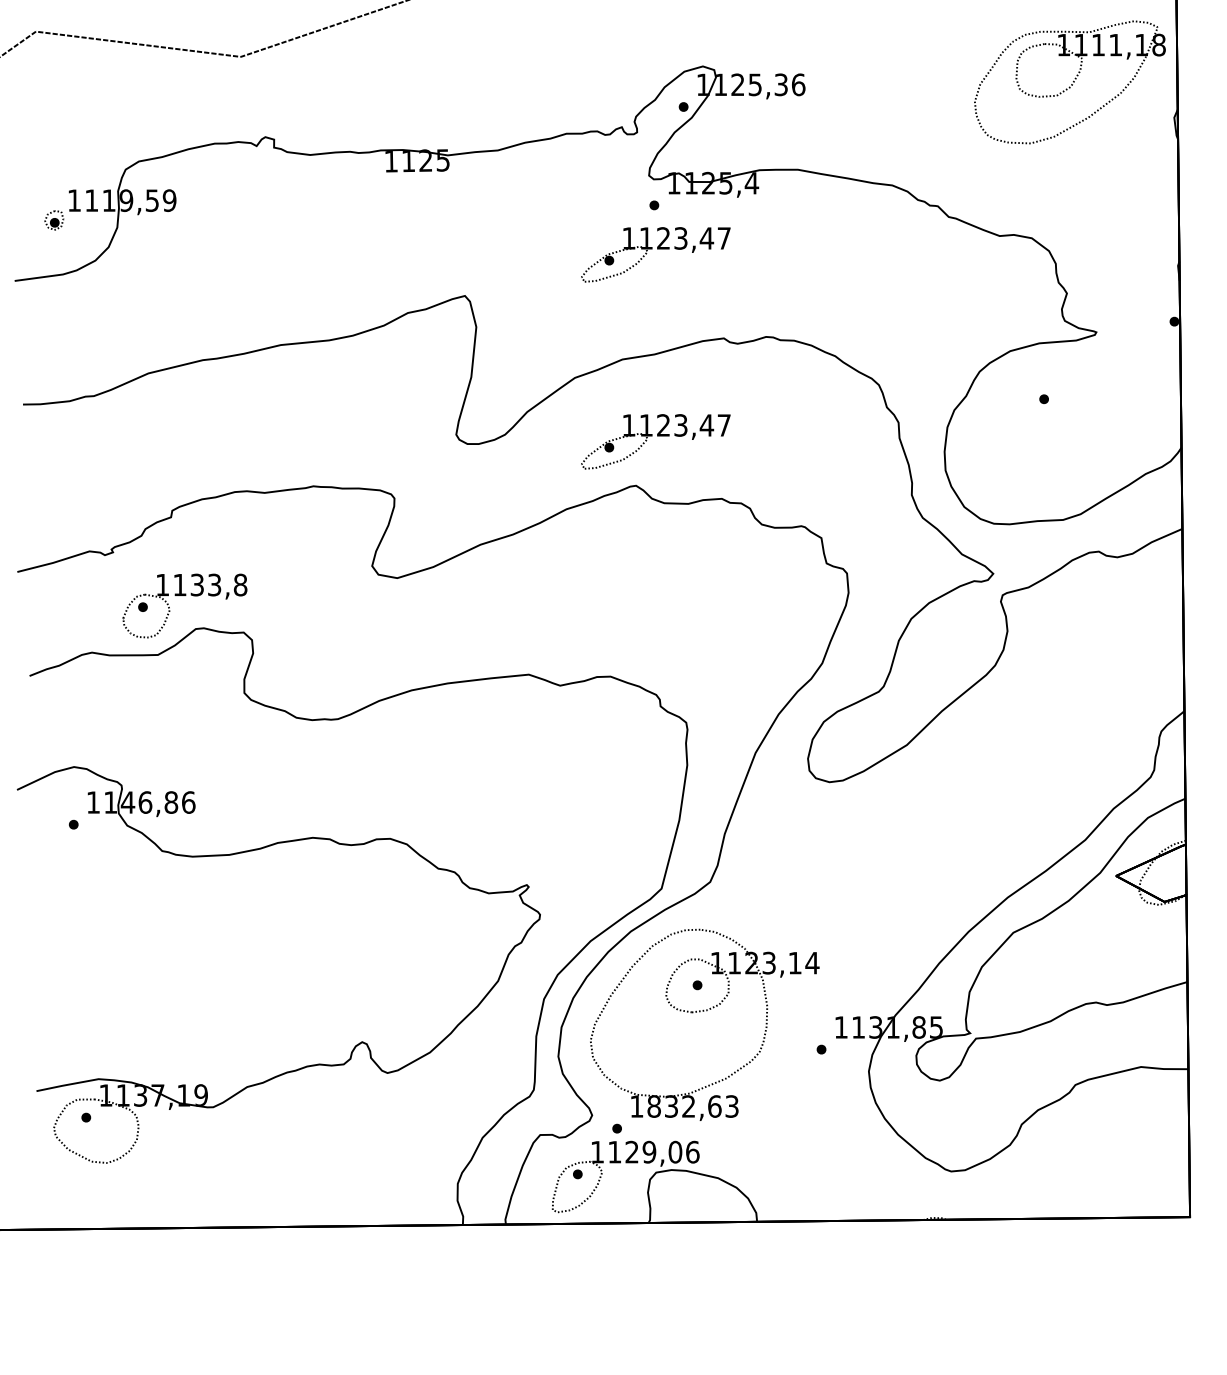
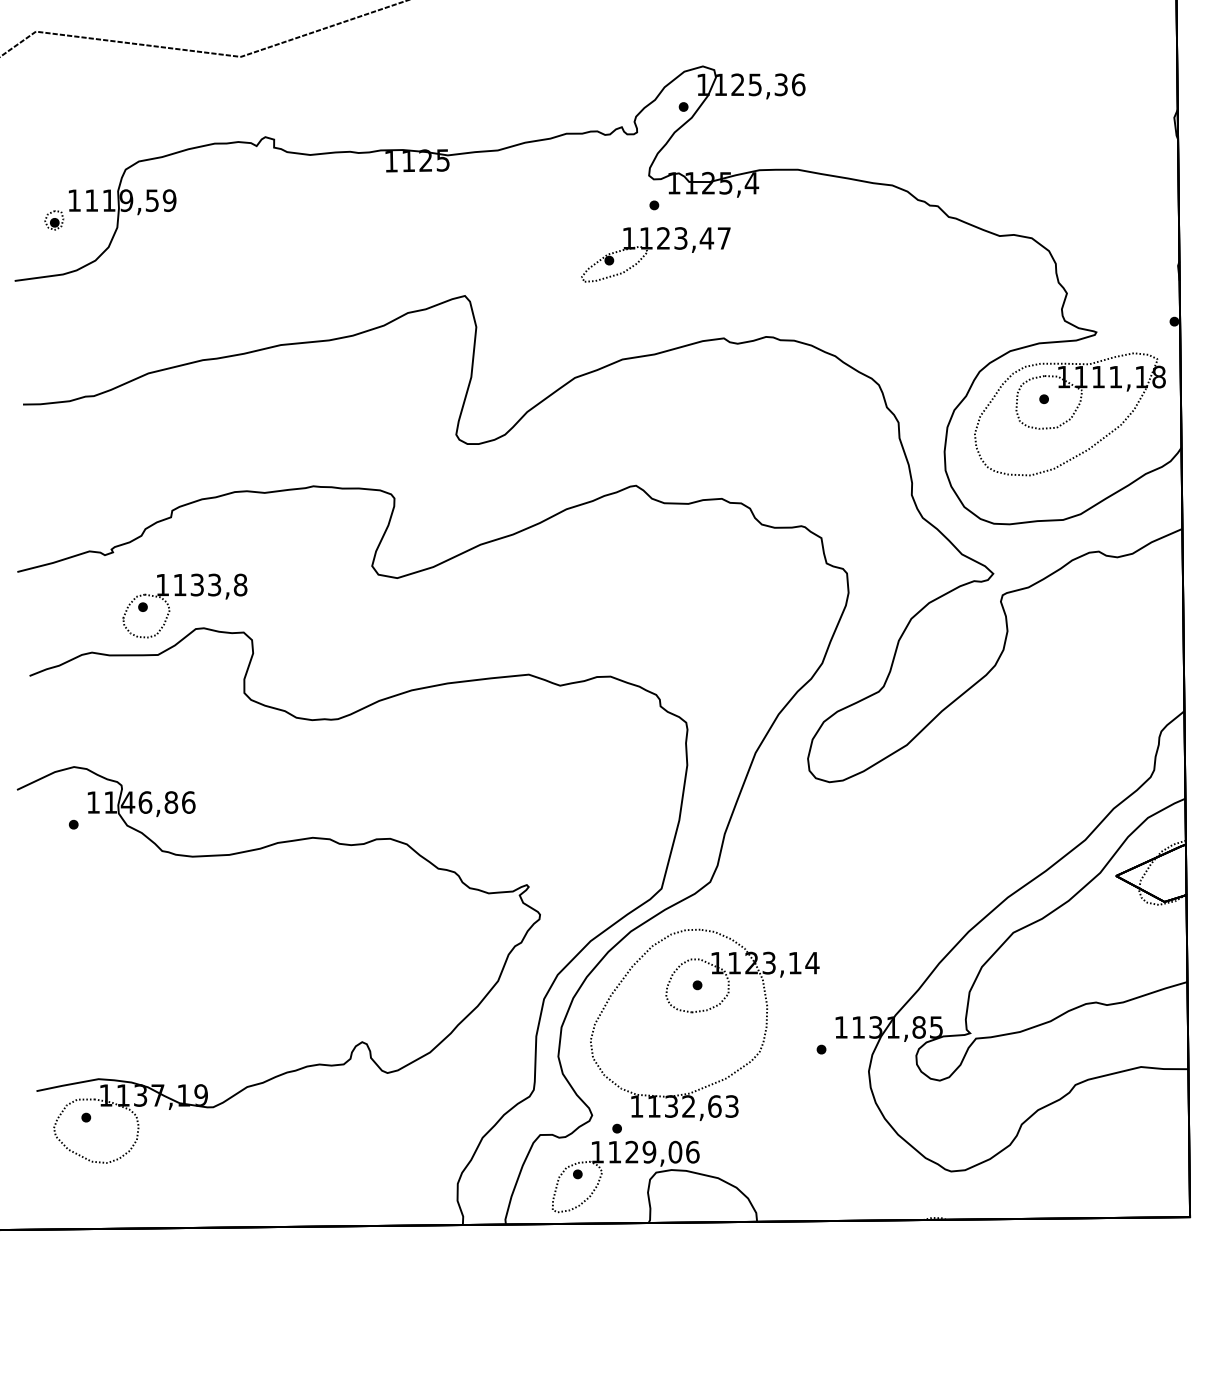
part at (1069, 82) position: (1069, 82) -> (1069, 414)
part at (655, 441): present -> none
text at (653, 1106): 1832,63 -> 1132,63
